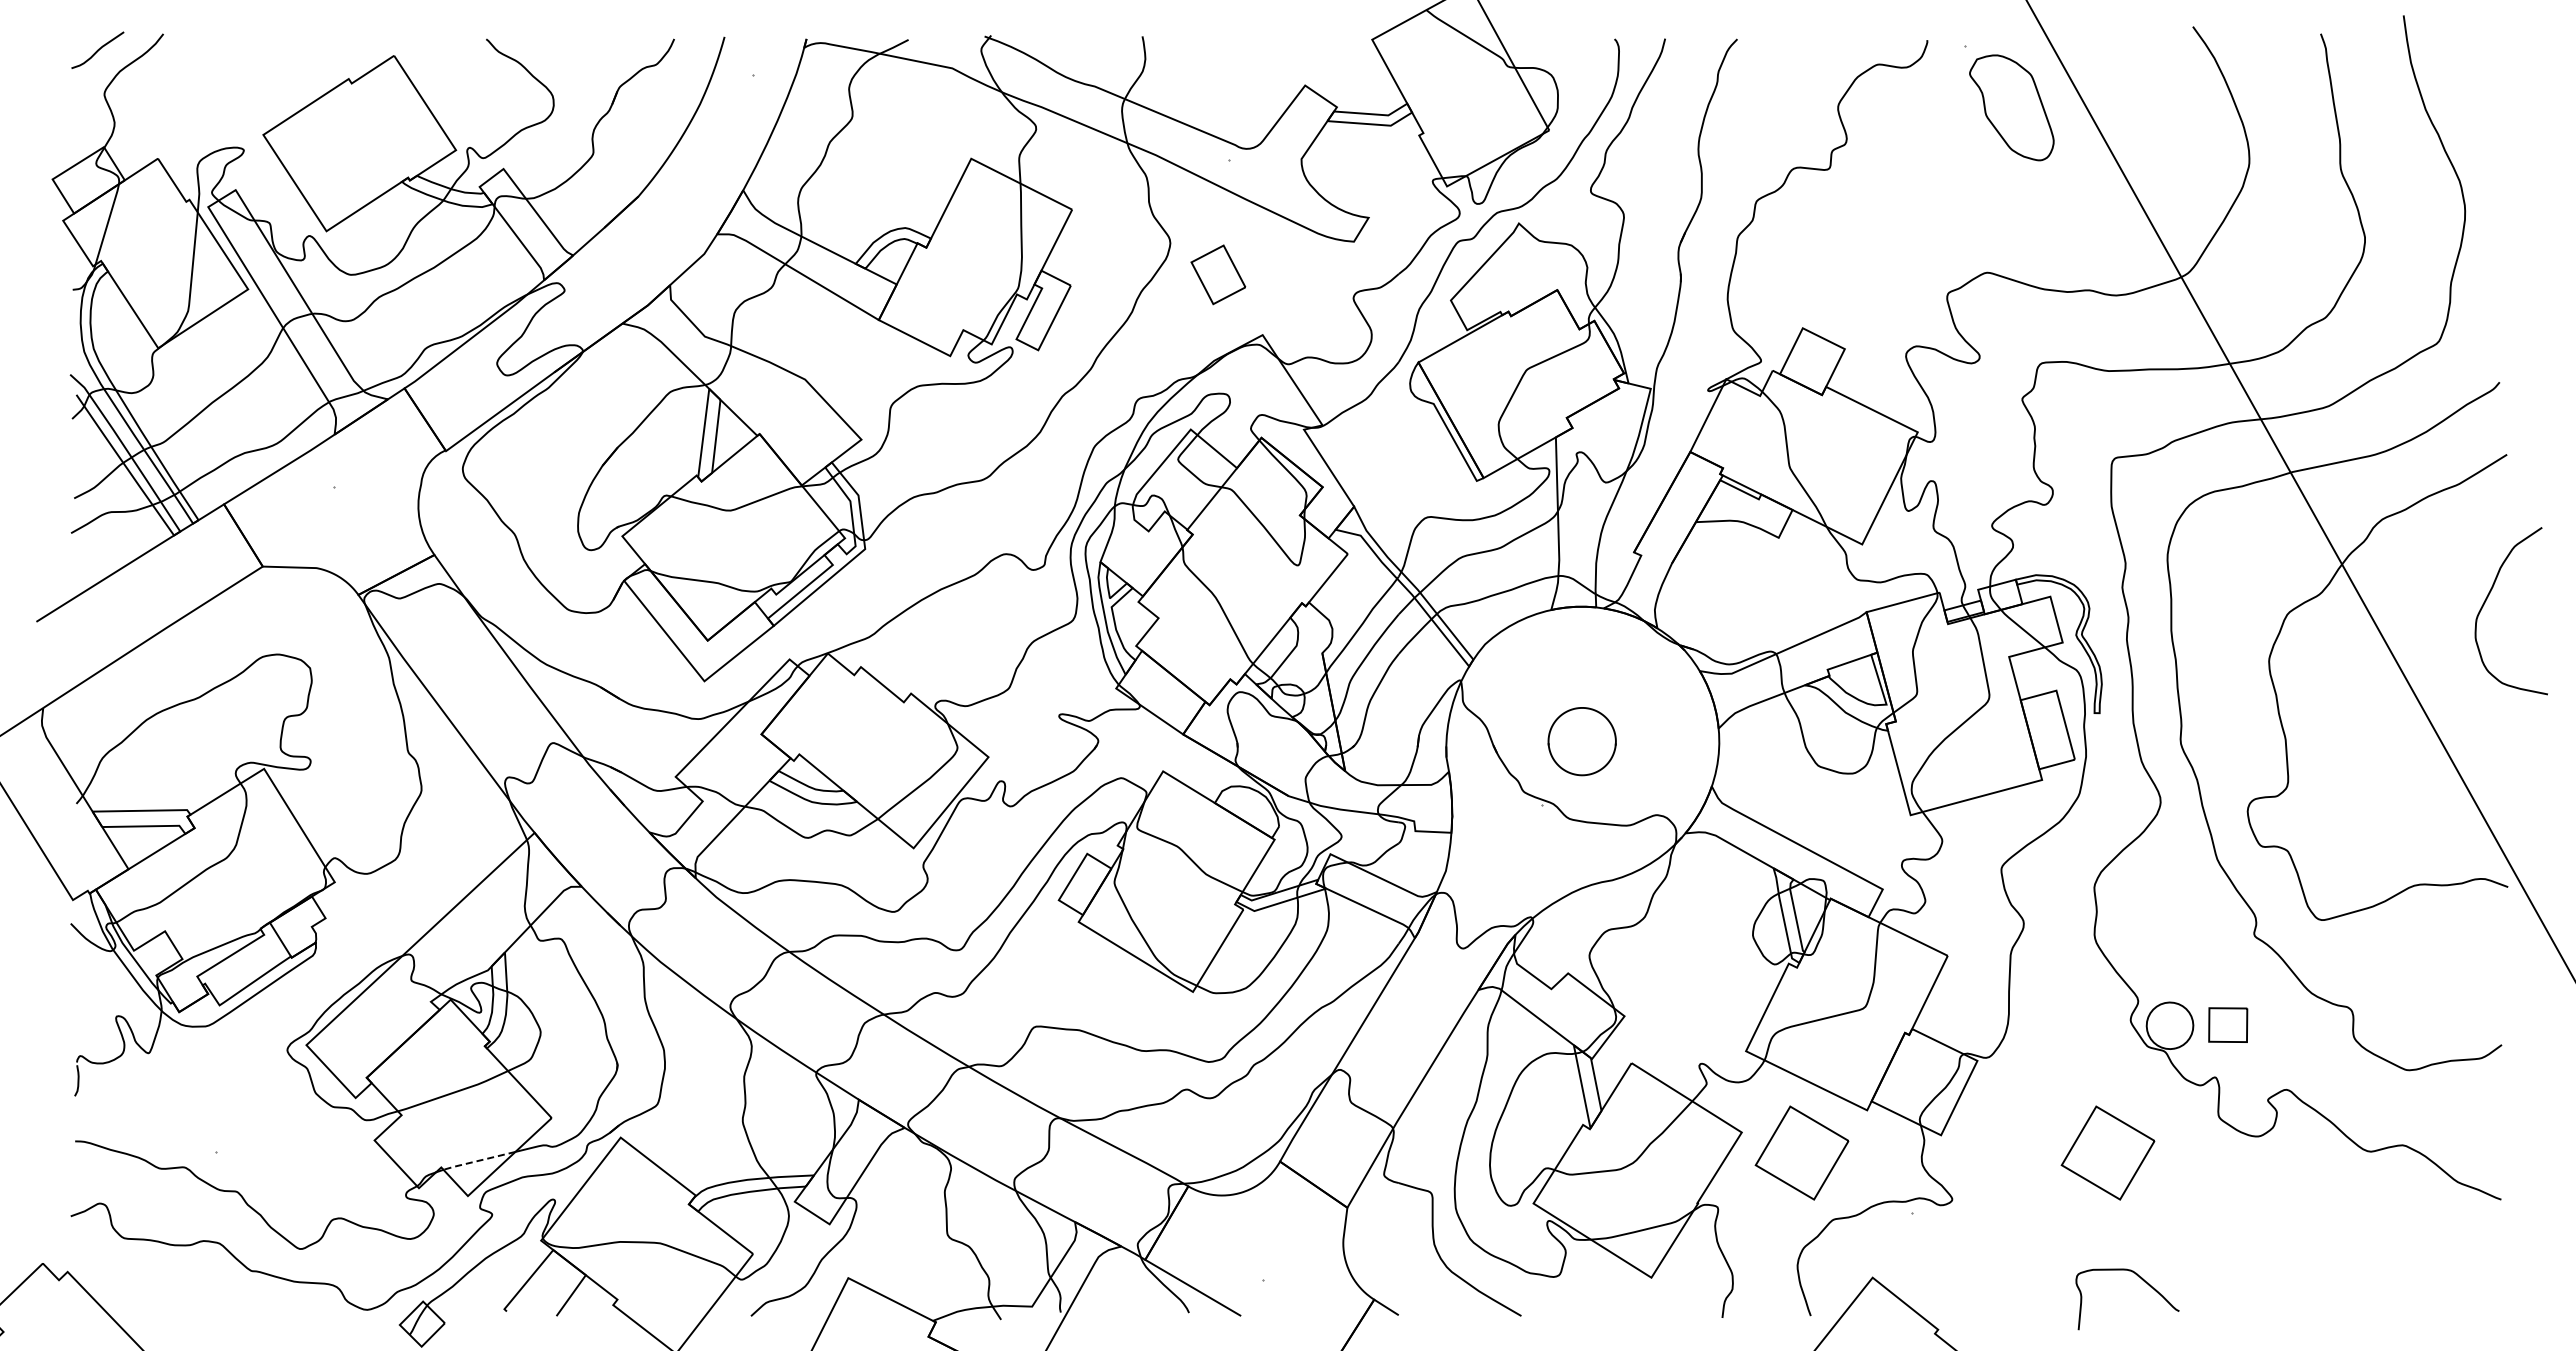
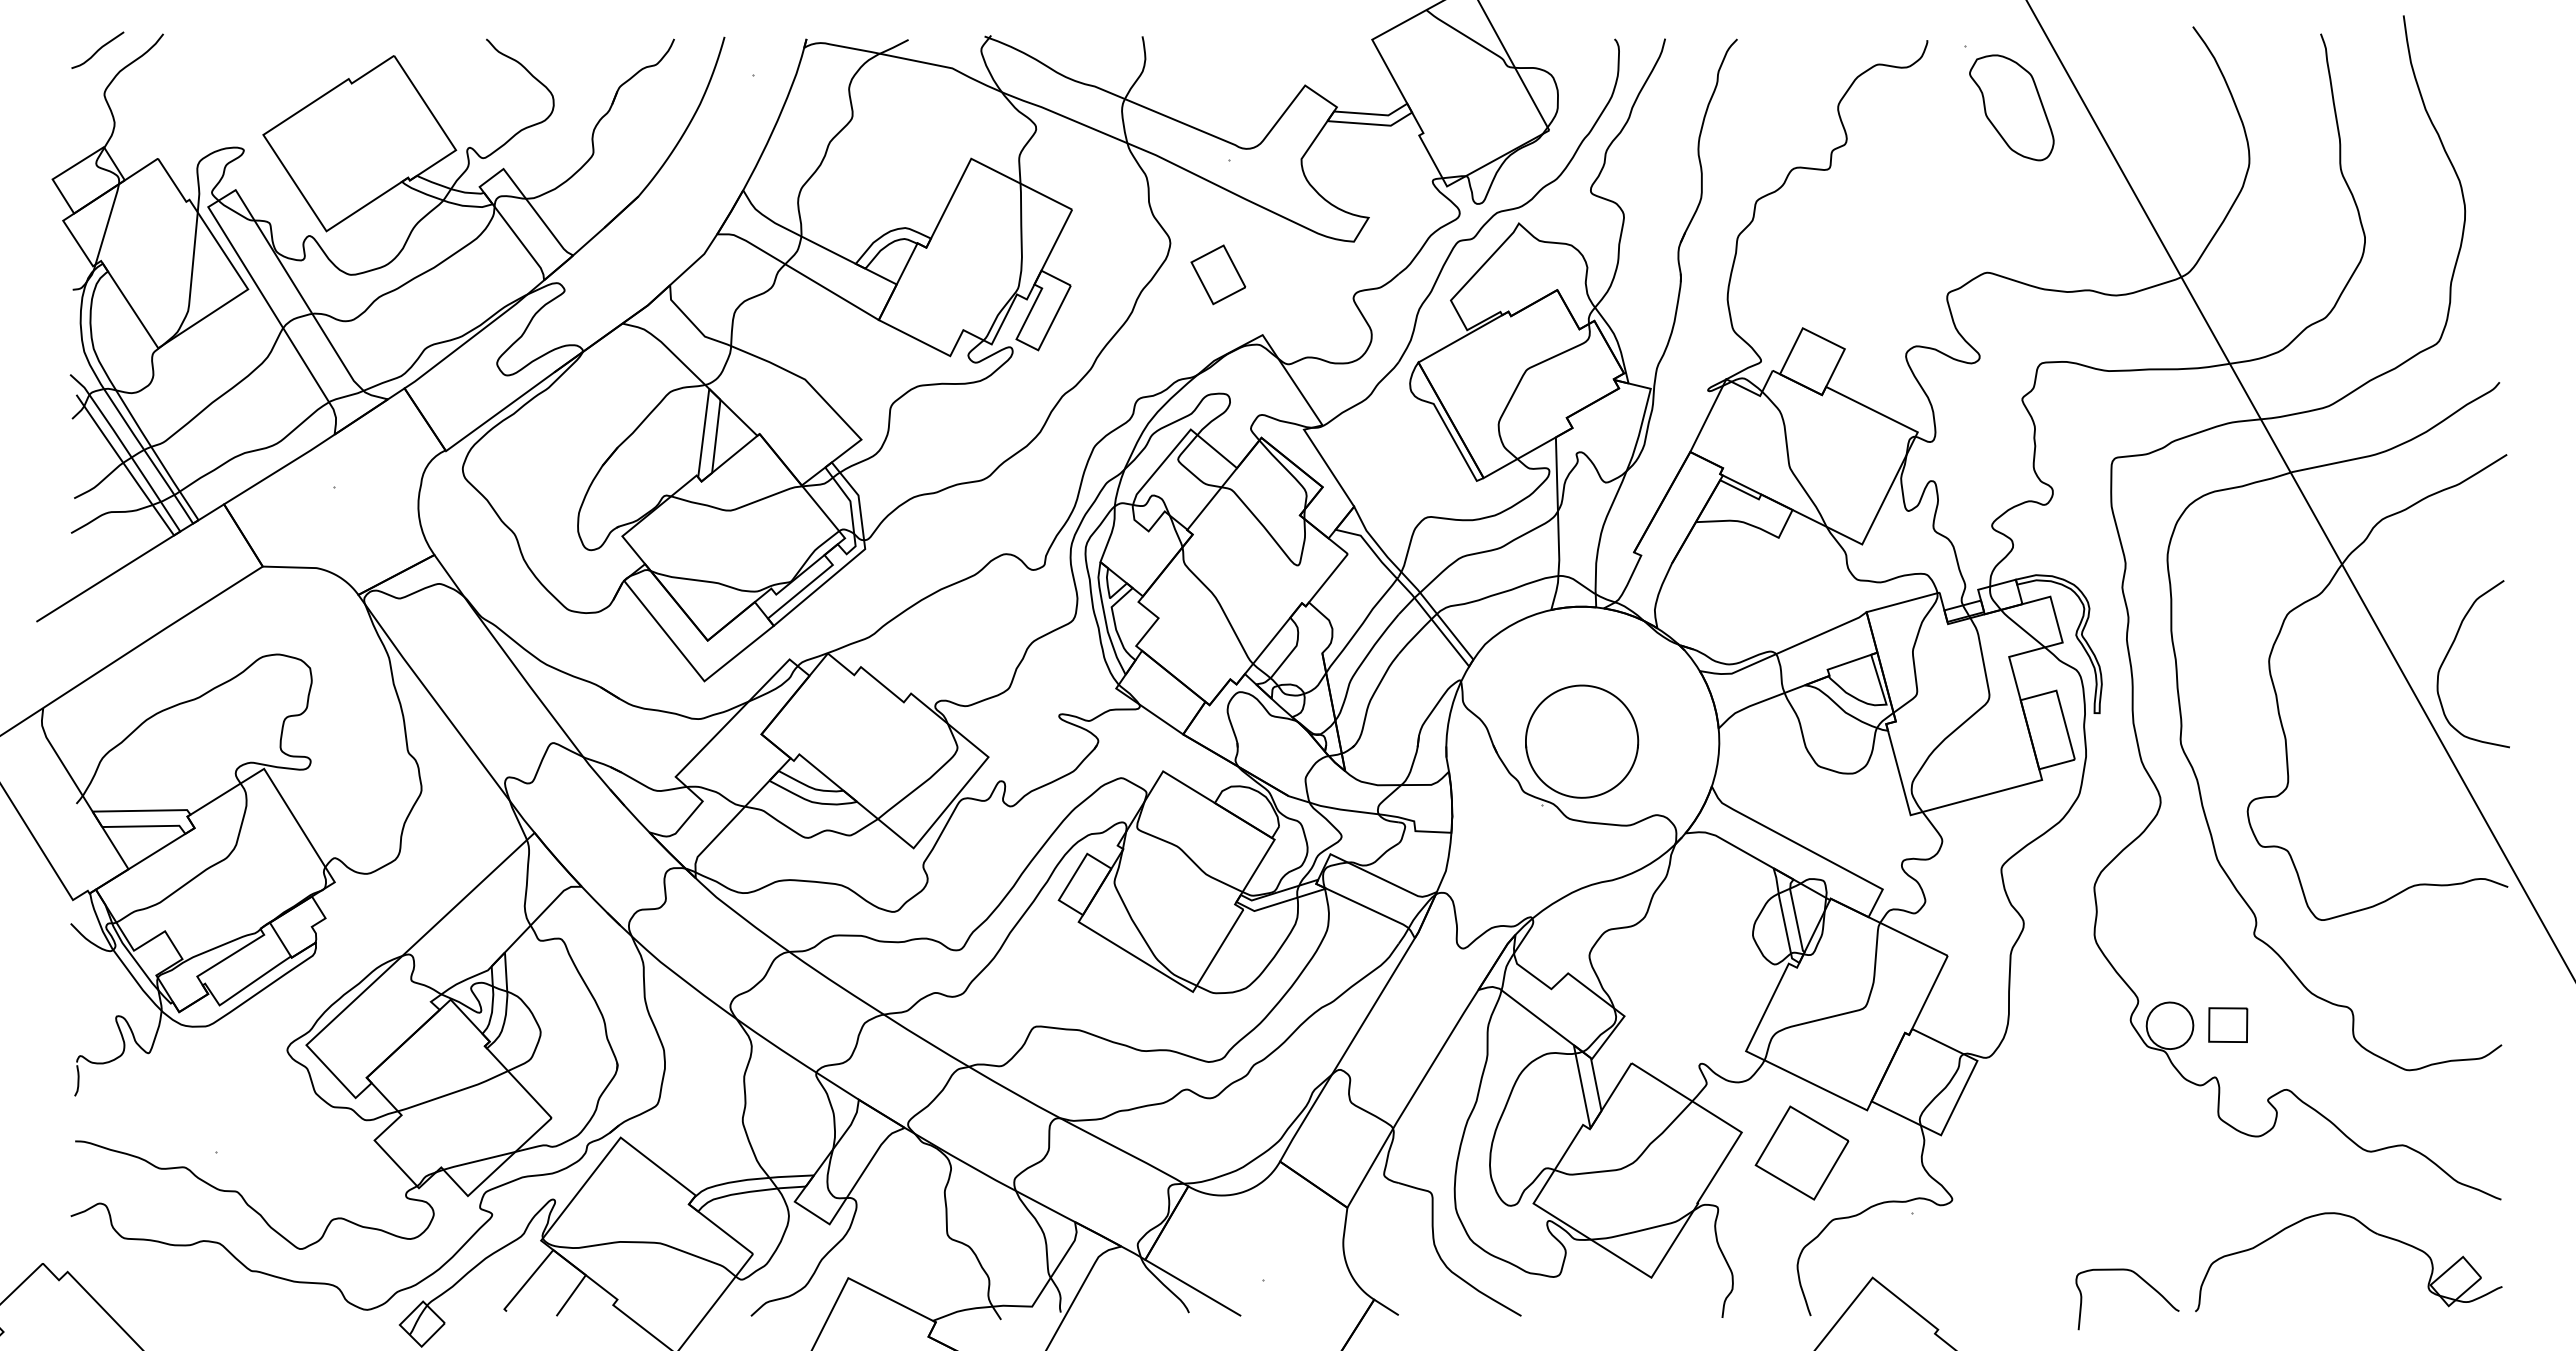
curve at (2487, 599) position: (2487, 599) -> (2449, 652)
part at (1581, 741) size: 70x70 px -> 115x115 px
part at (2107, 1152): present -> none
line at (478, 1160): dashed -> solid
part at (2370, 1231): none -> present
